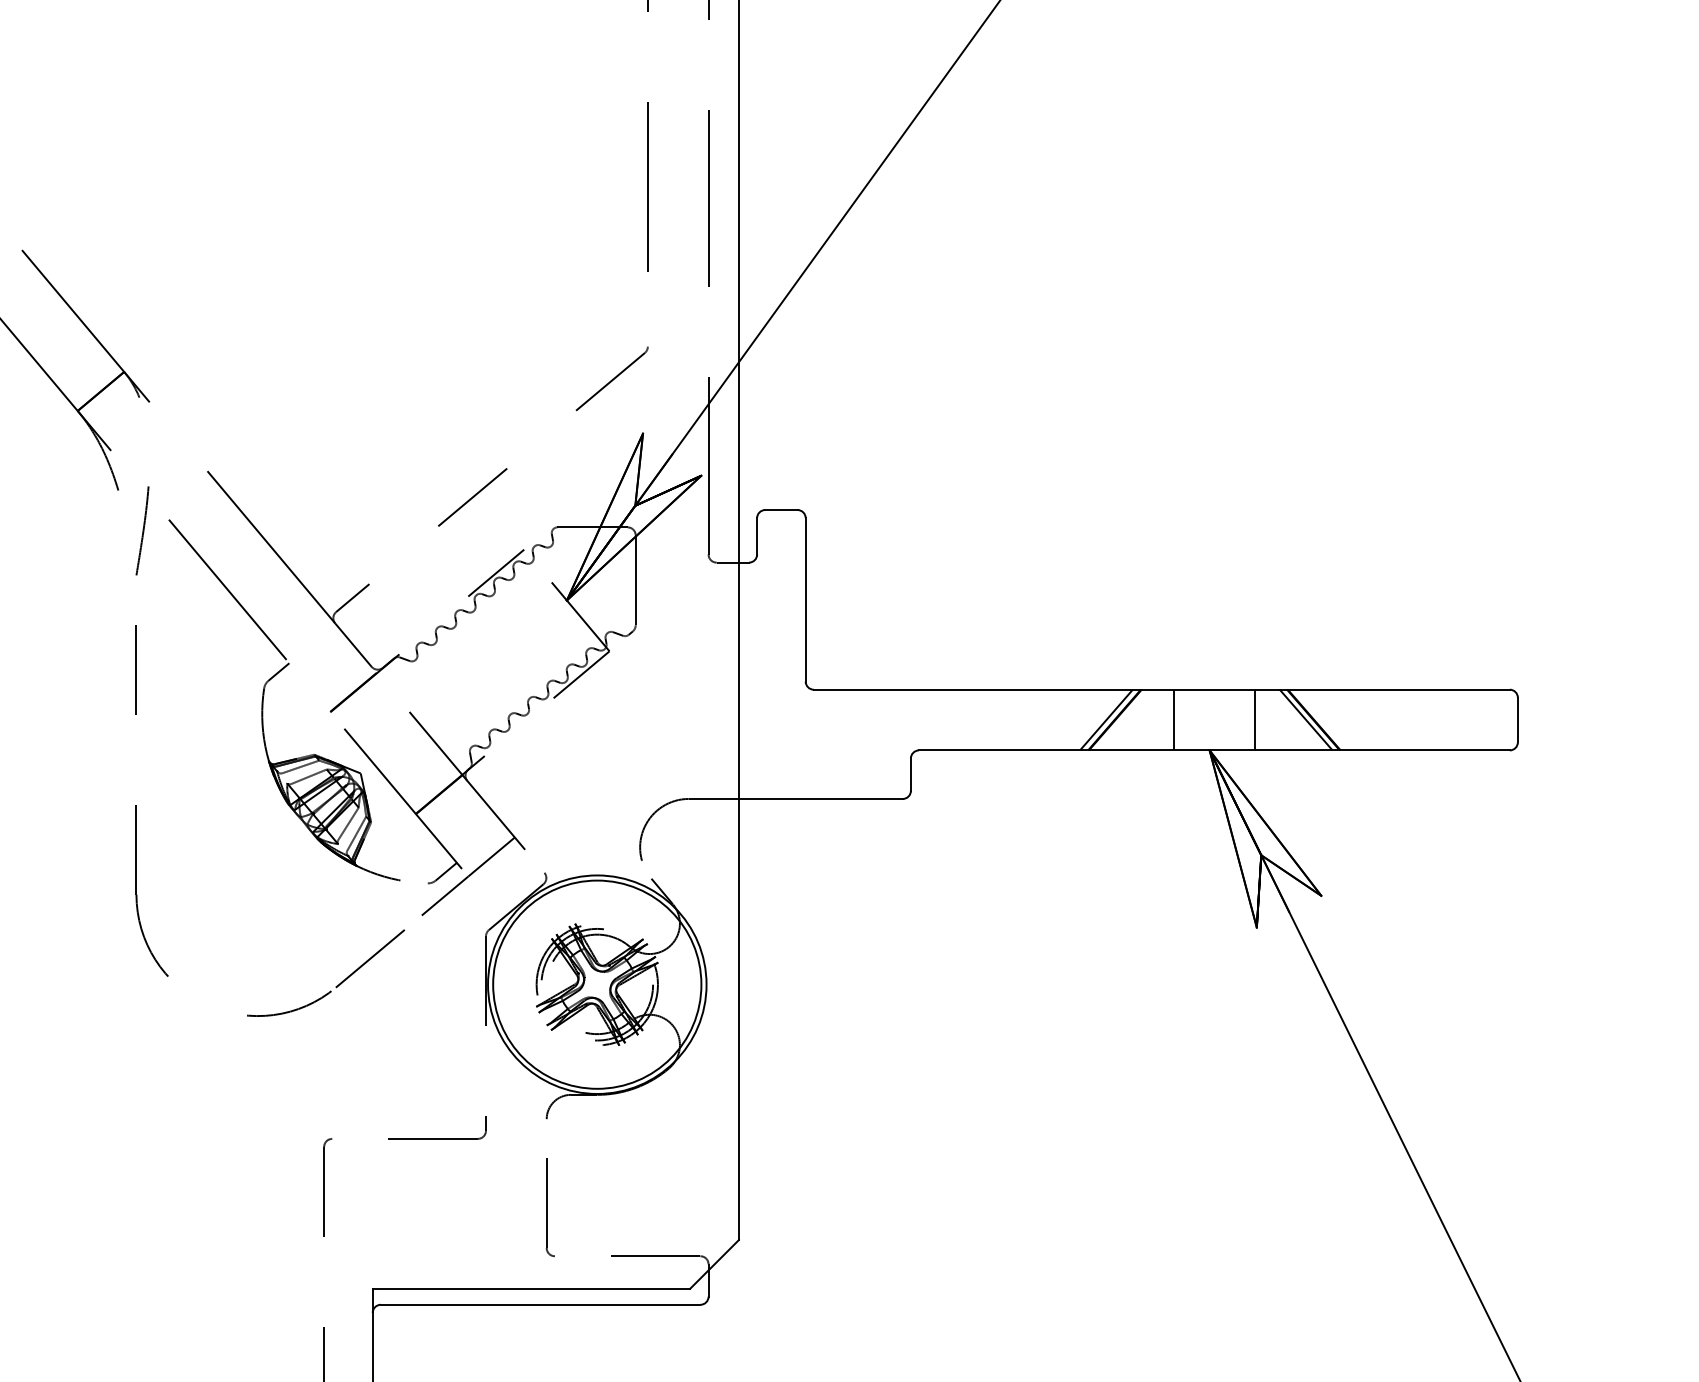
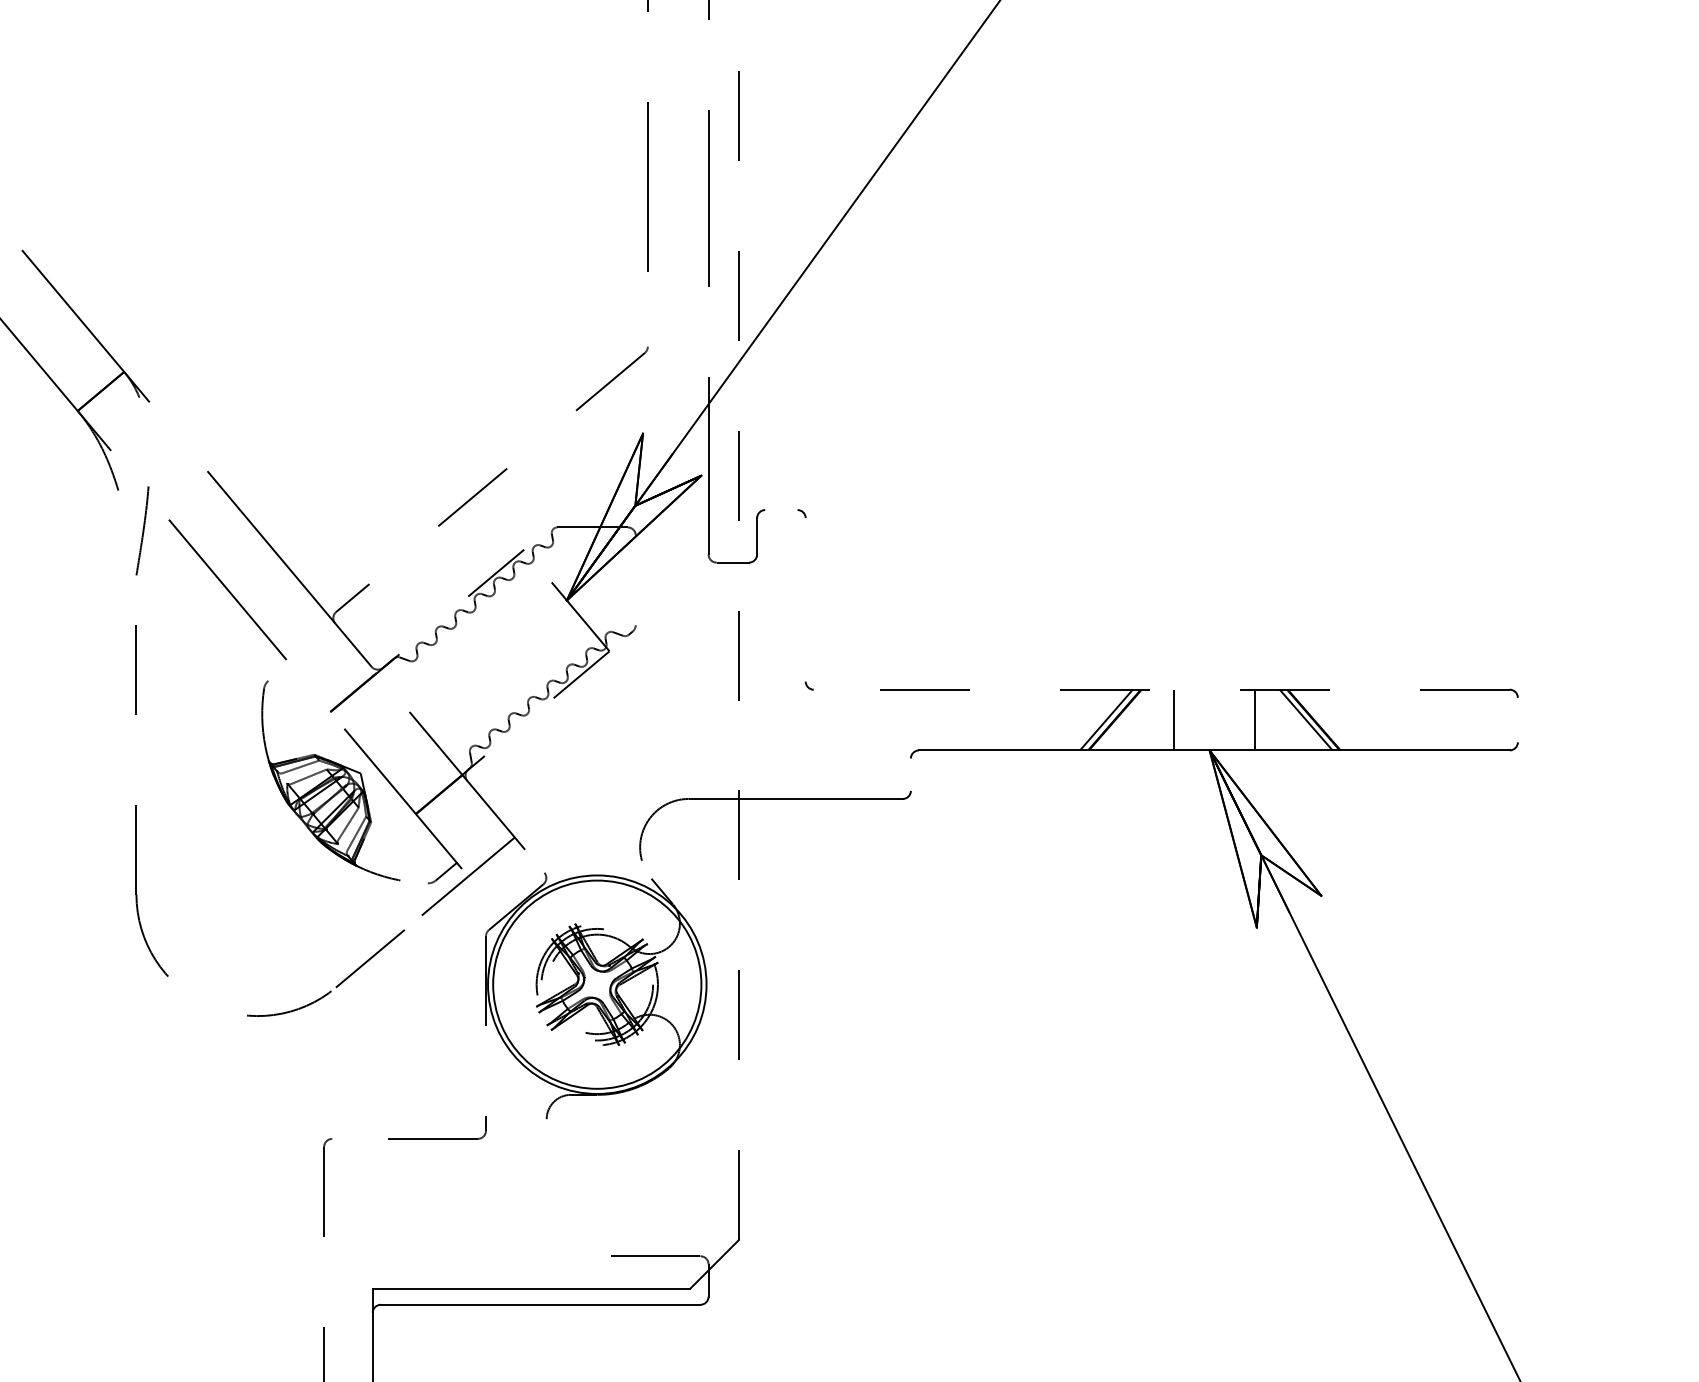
line at (781, 510): present -> none
line at (635, 580): present -> none
line at (805, 599): present -> none
line at (738, 620): solid -> dashed
line at (278, 671): present -> none
line at (1161, 689): solid -> dashed
line at (1517, 719): present -> none
line at (910, 774): present -> none
part at (549, 1207): present -> none
